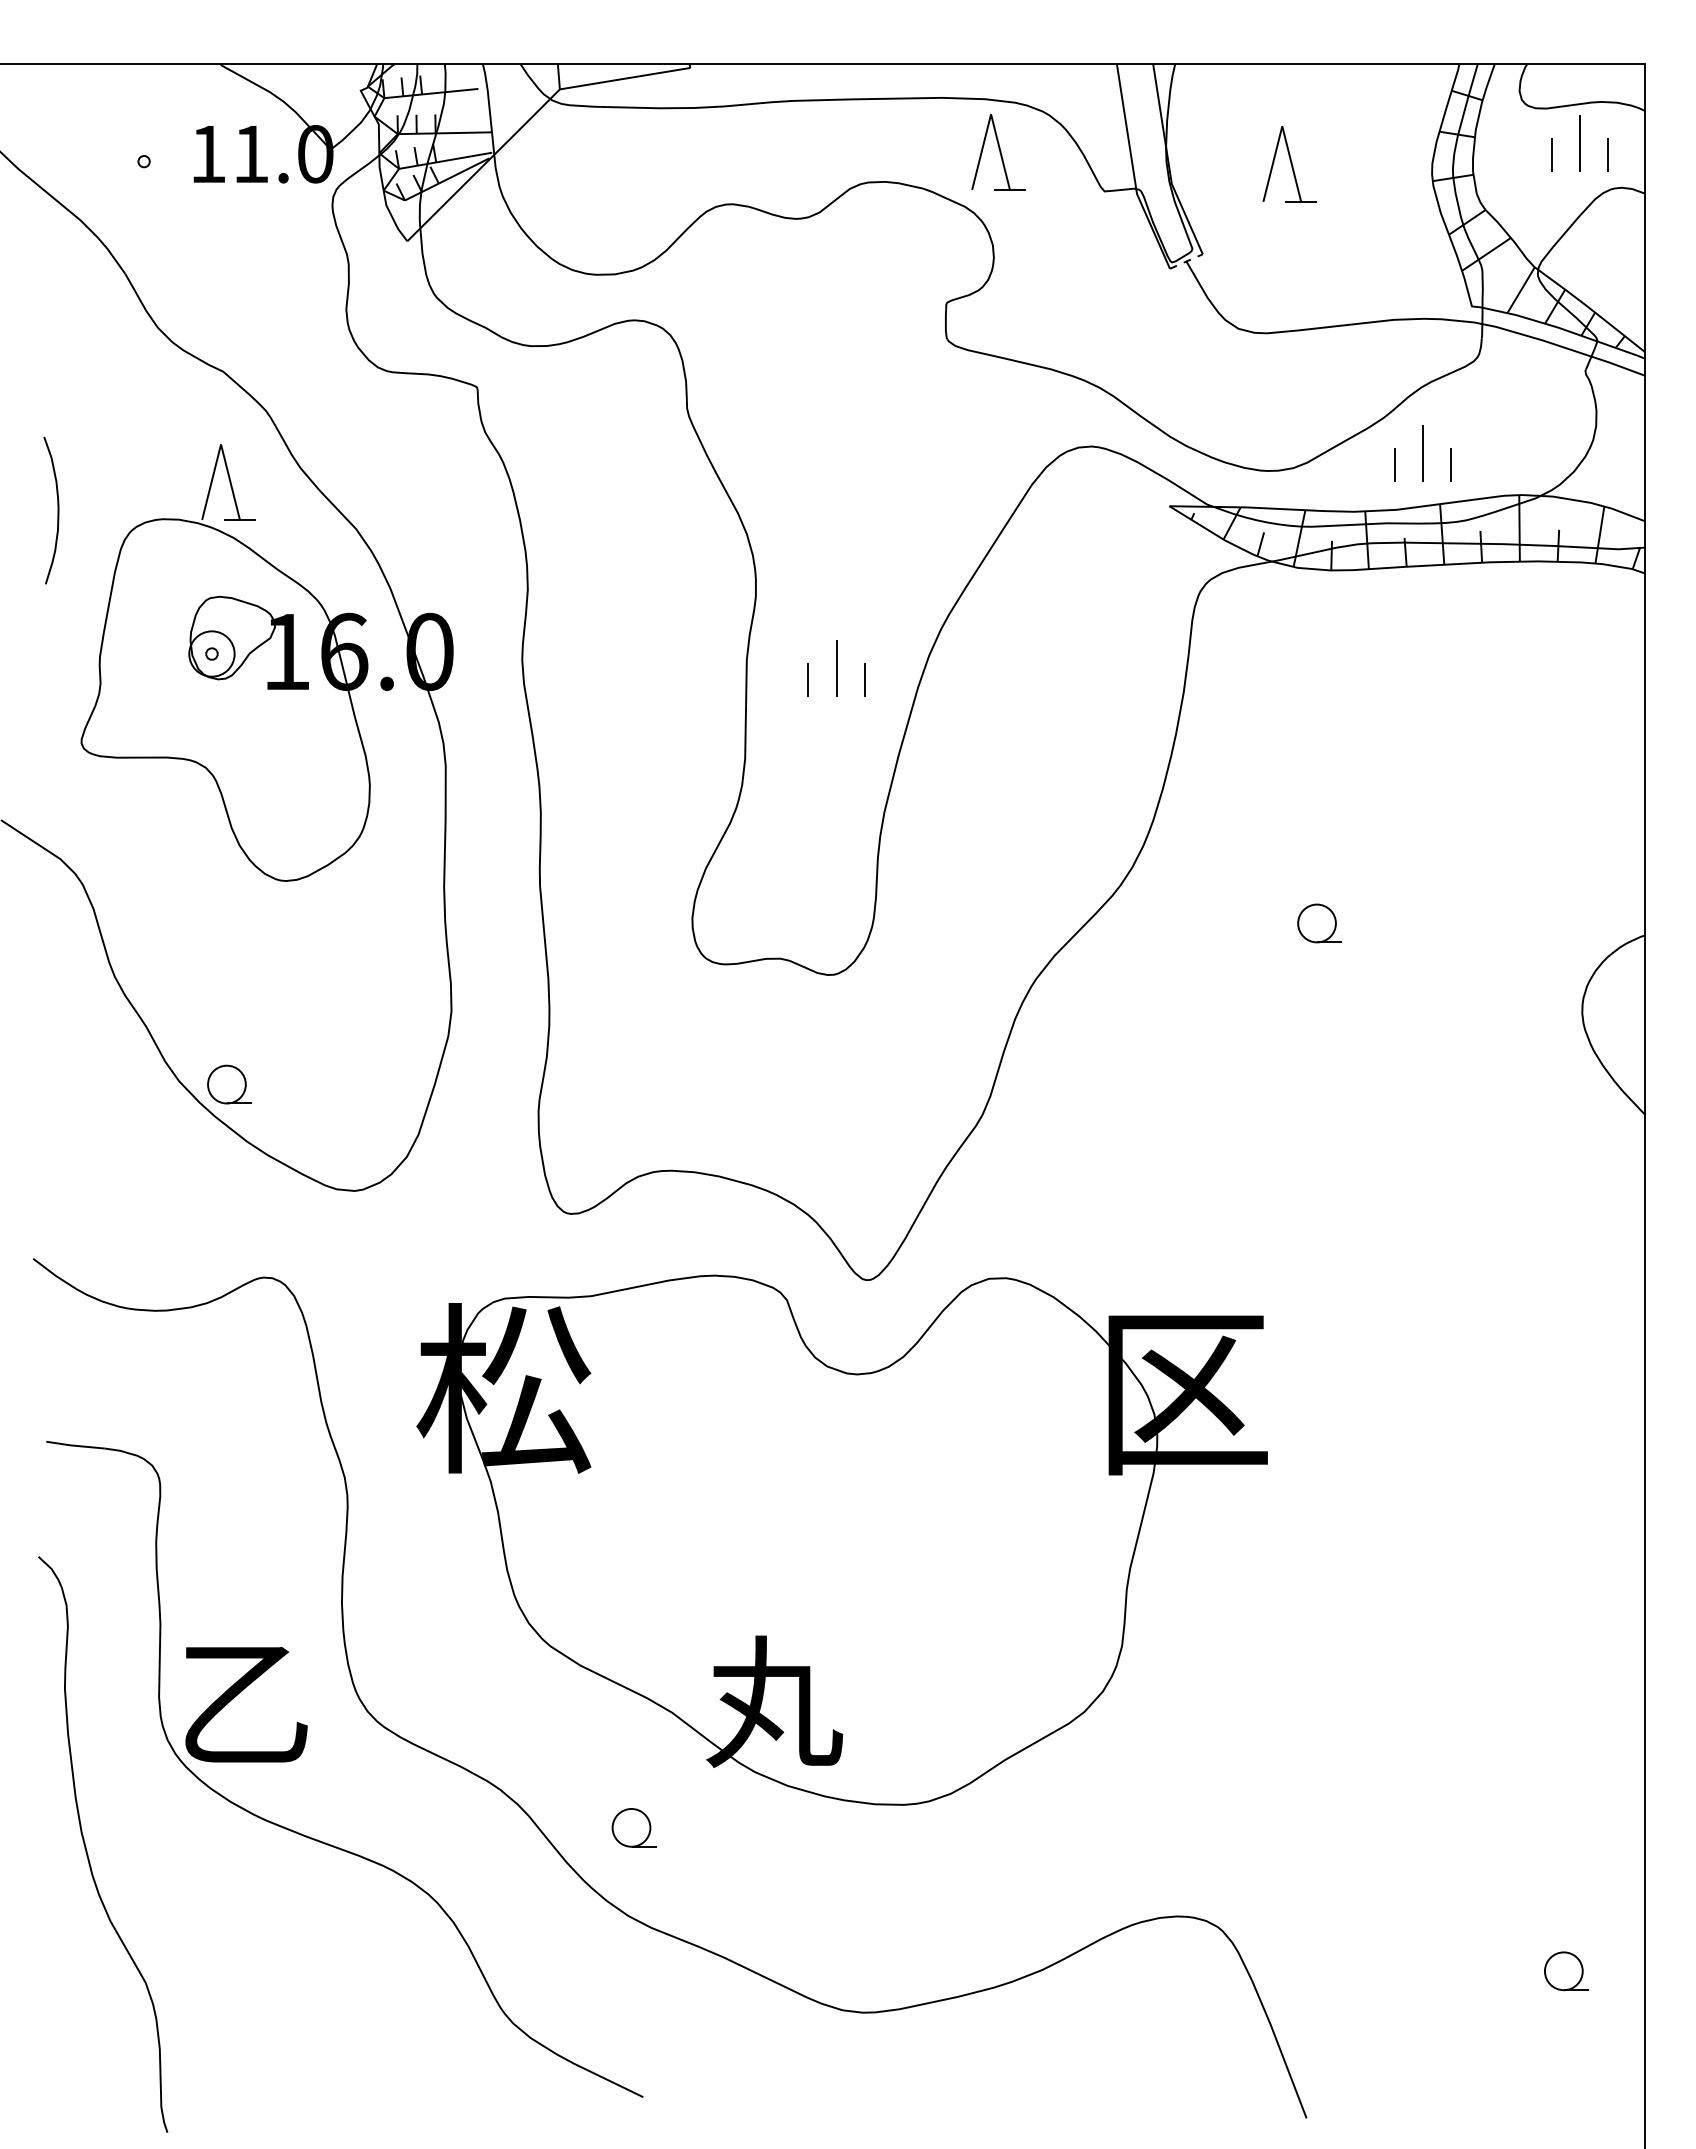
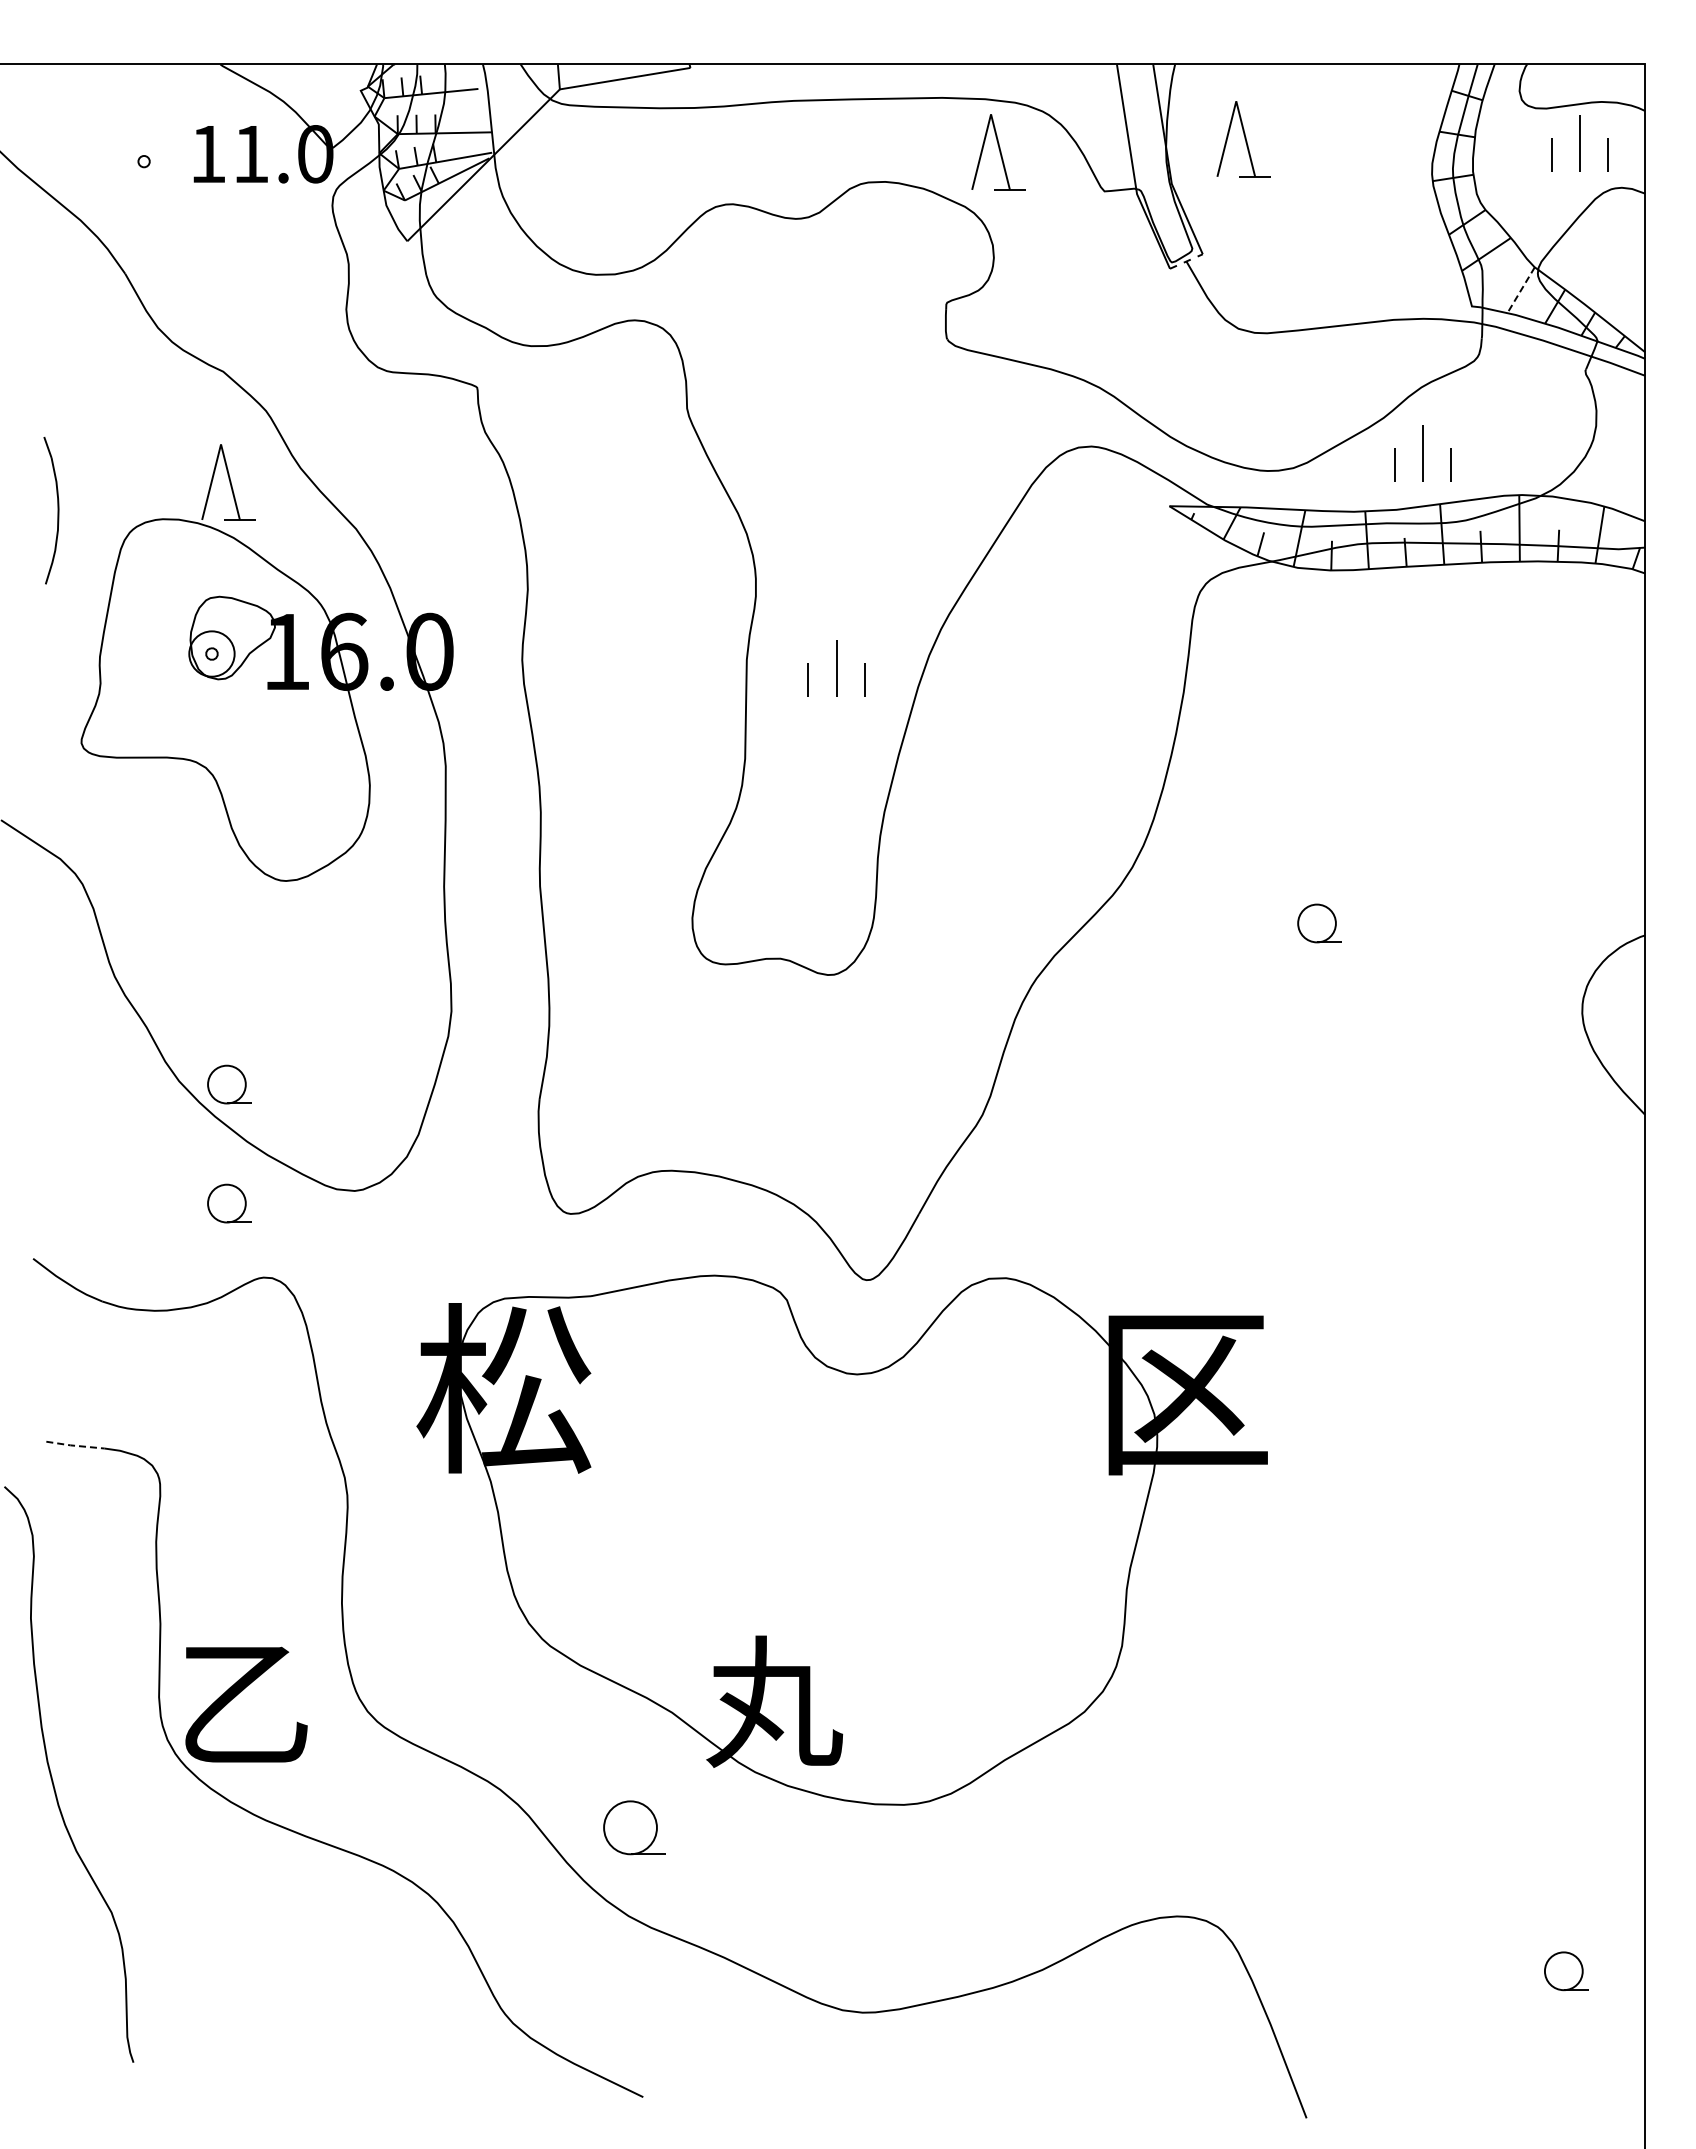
part at (1289, 164) position: (1289, 164) -> (1243, 139)
line at (1521, 290): solid -> dashed
part at (229, 1203): none -> present
line at (75, 1445): solid -> dashed
part at (633, 1827) size: 46x40 px -> 63x56 px
curve at (87, 1850) position: (87, 1850) -> (53, 1780)
